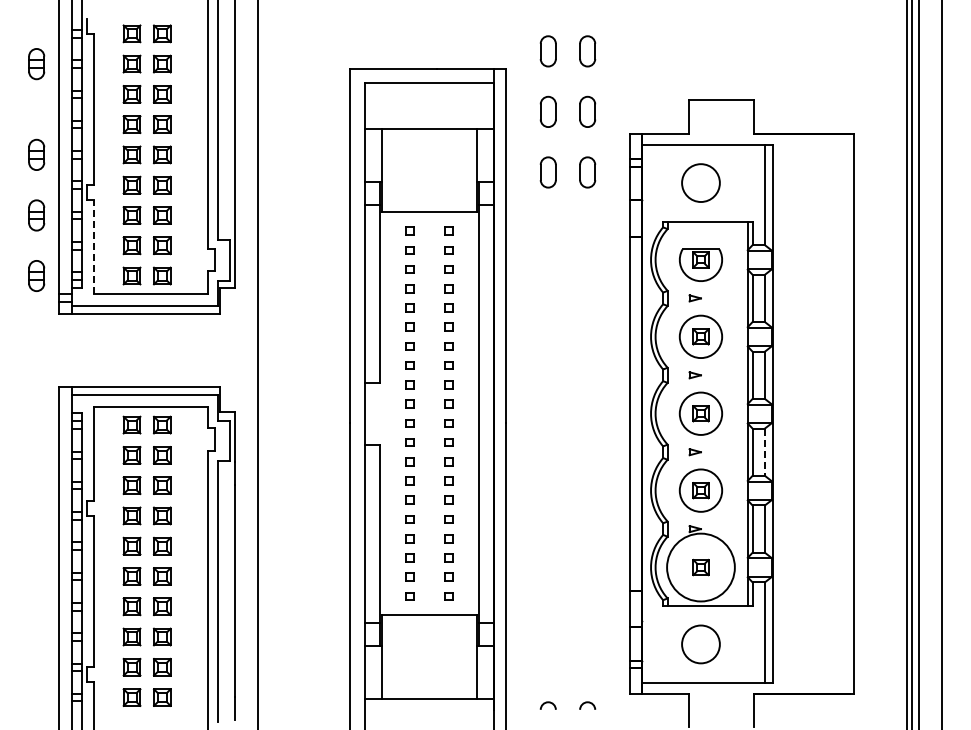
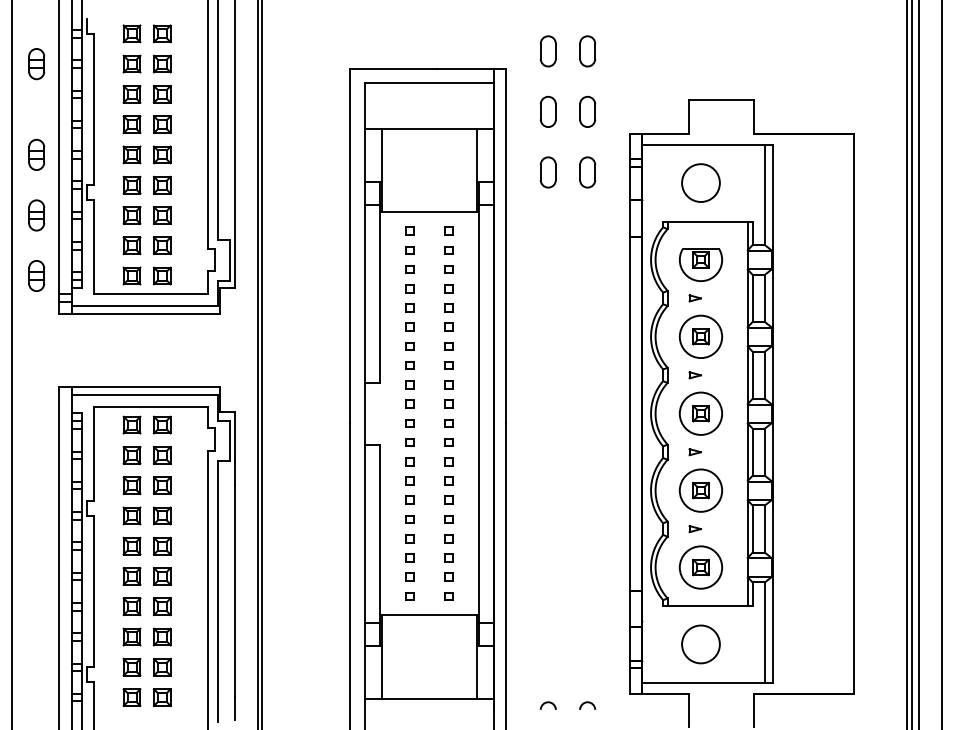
line at (94, 247): dashed -> solid
line at (12, 364): none -> present
line at (262, 364): none -> present
line at (765, 452): dashed -> solid
circle at (700, 567) diameter: 68 px -> 42 px
